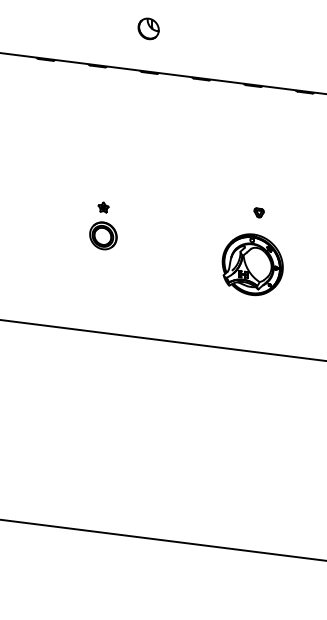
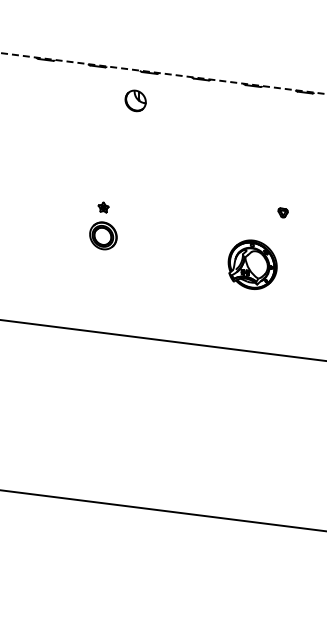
part at (148, 28) position: (148, 28) -> (135, 100)
line at (163, 73): solid -> dashed
part at (258, 212) position: (258, 212) -> (282, 212)
part at (252, 264) size: 63x64 px -> 51x51 px
line at (162, 540) position: (162, 540) -> (162, 510)
